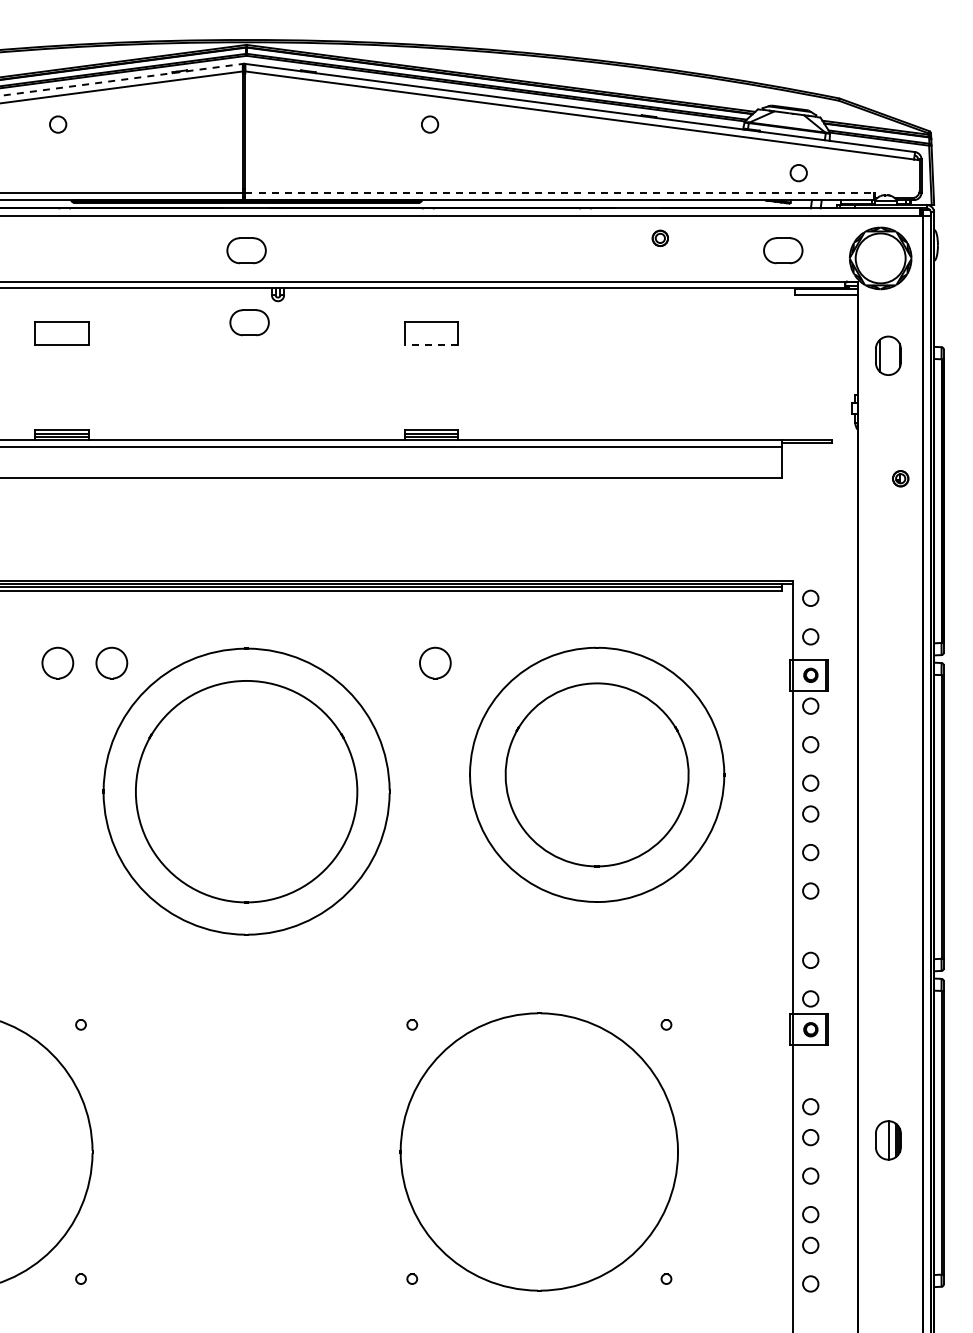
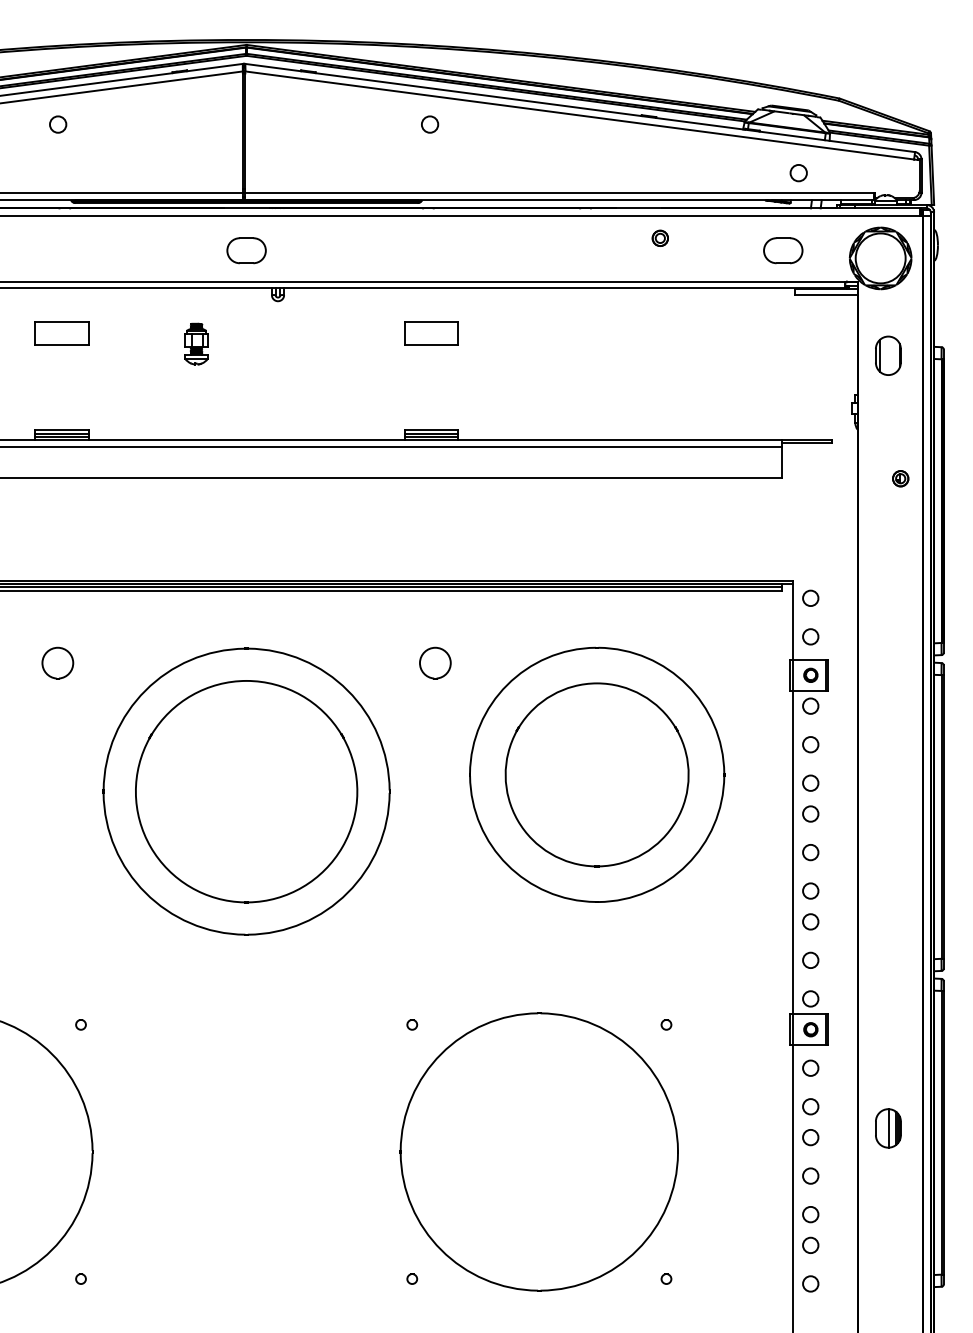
line at (122, 79): dashed -> solid
line at (559, 192): dashed -> solid
part at (249, 322): present -> none
part at (196, 343): none -> present
line at (431, 344): dashed -> solid
part at (111, 662): present -> none
circle at (810, 921): none -> present
circle at (810, 1067): none -> present
part at (888, 1140) position: (888, 1140) -> (888, 1128)
